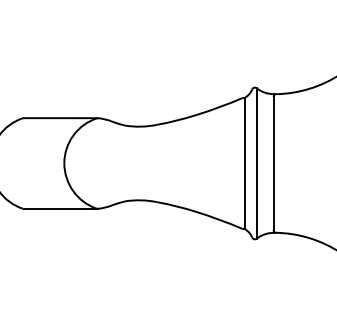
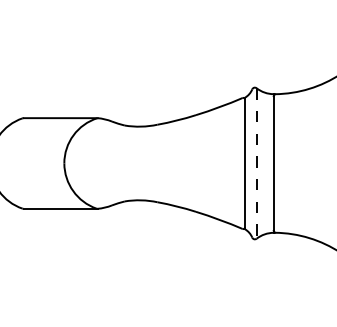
line at (256, 163): solid -> dashed
